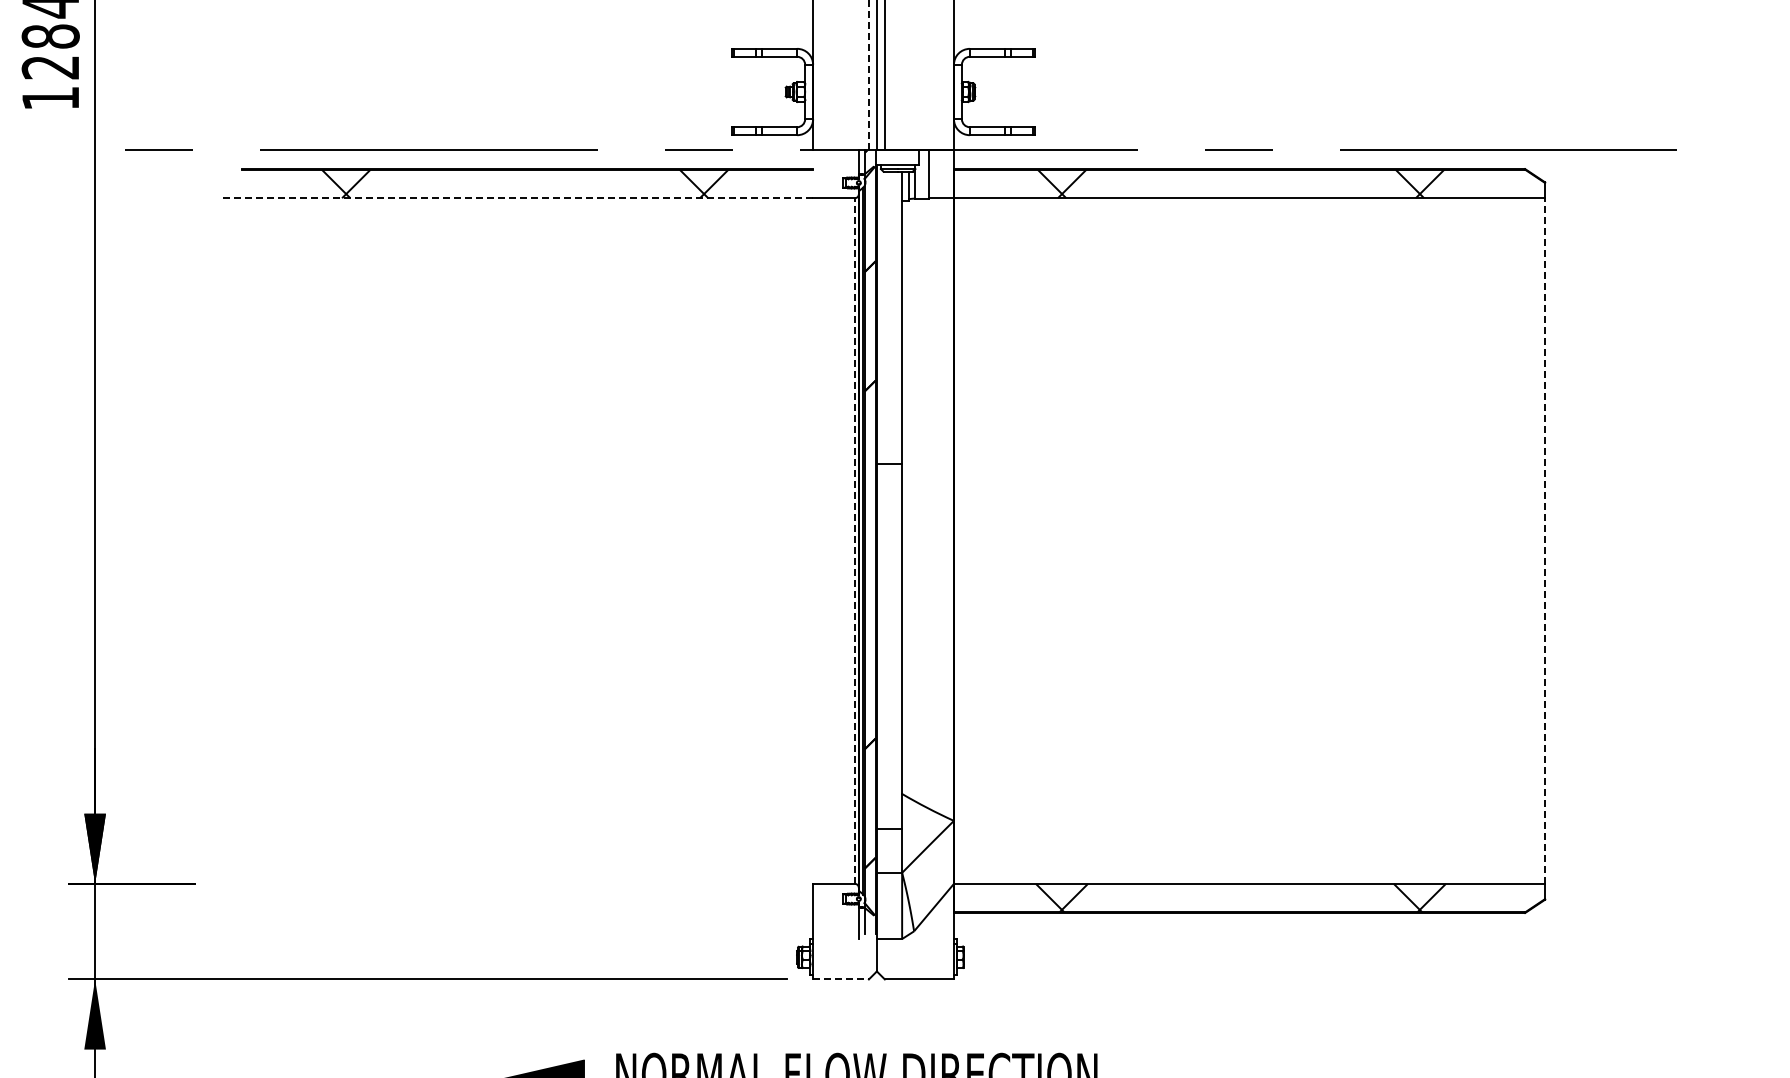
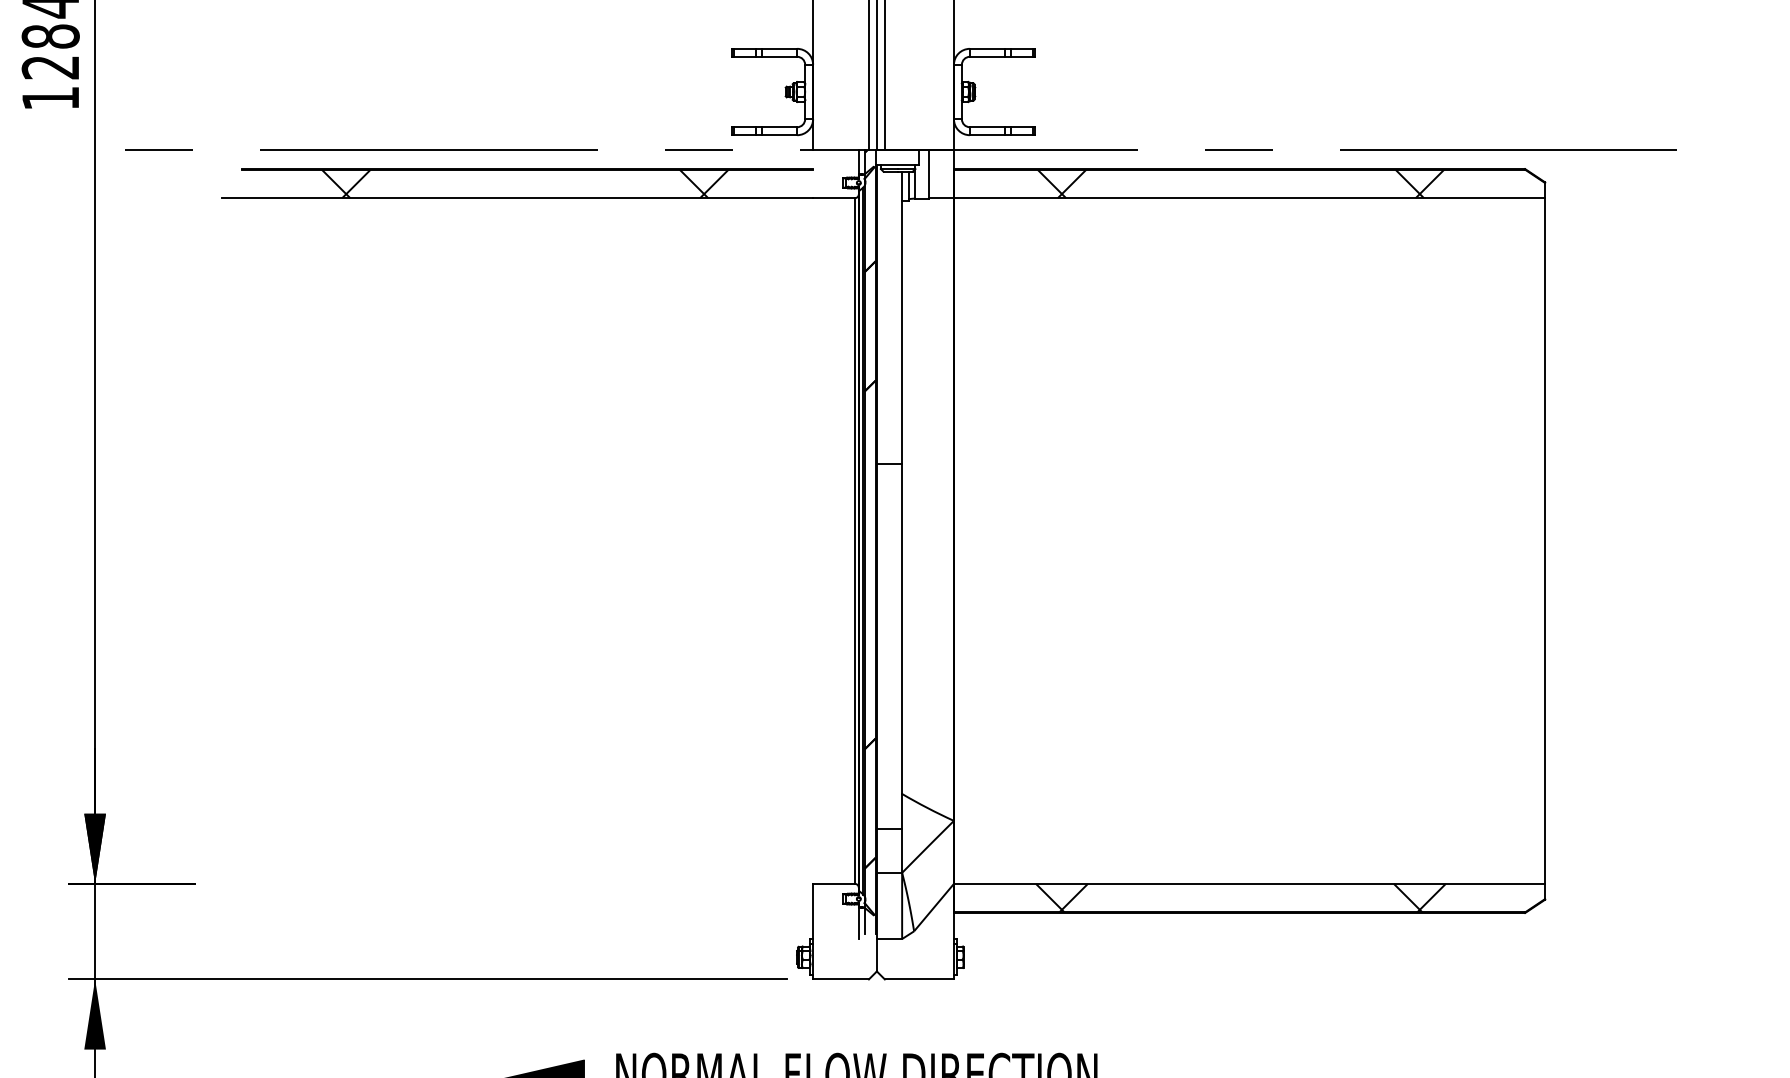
line at (868, 75): dashed -> solid
line at (517, 198): dashed -> solid
line at (854, 541): dashed -> solid
line at (1545, 541): dashed -> solid
line at (841, 979): dashed -> solid
